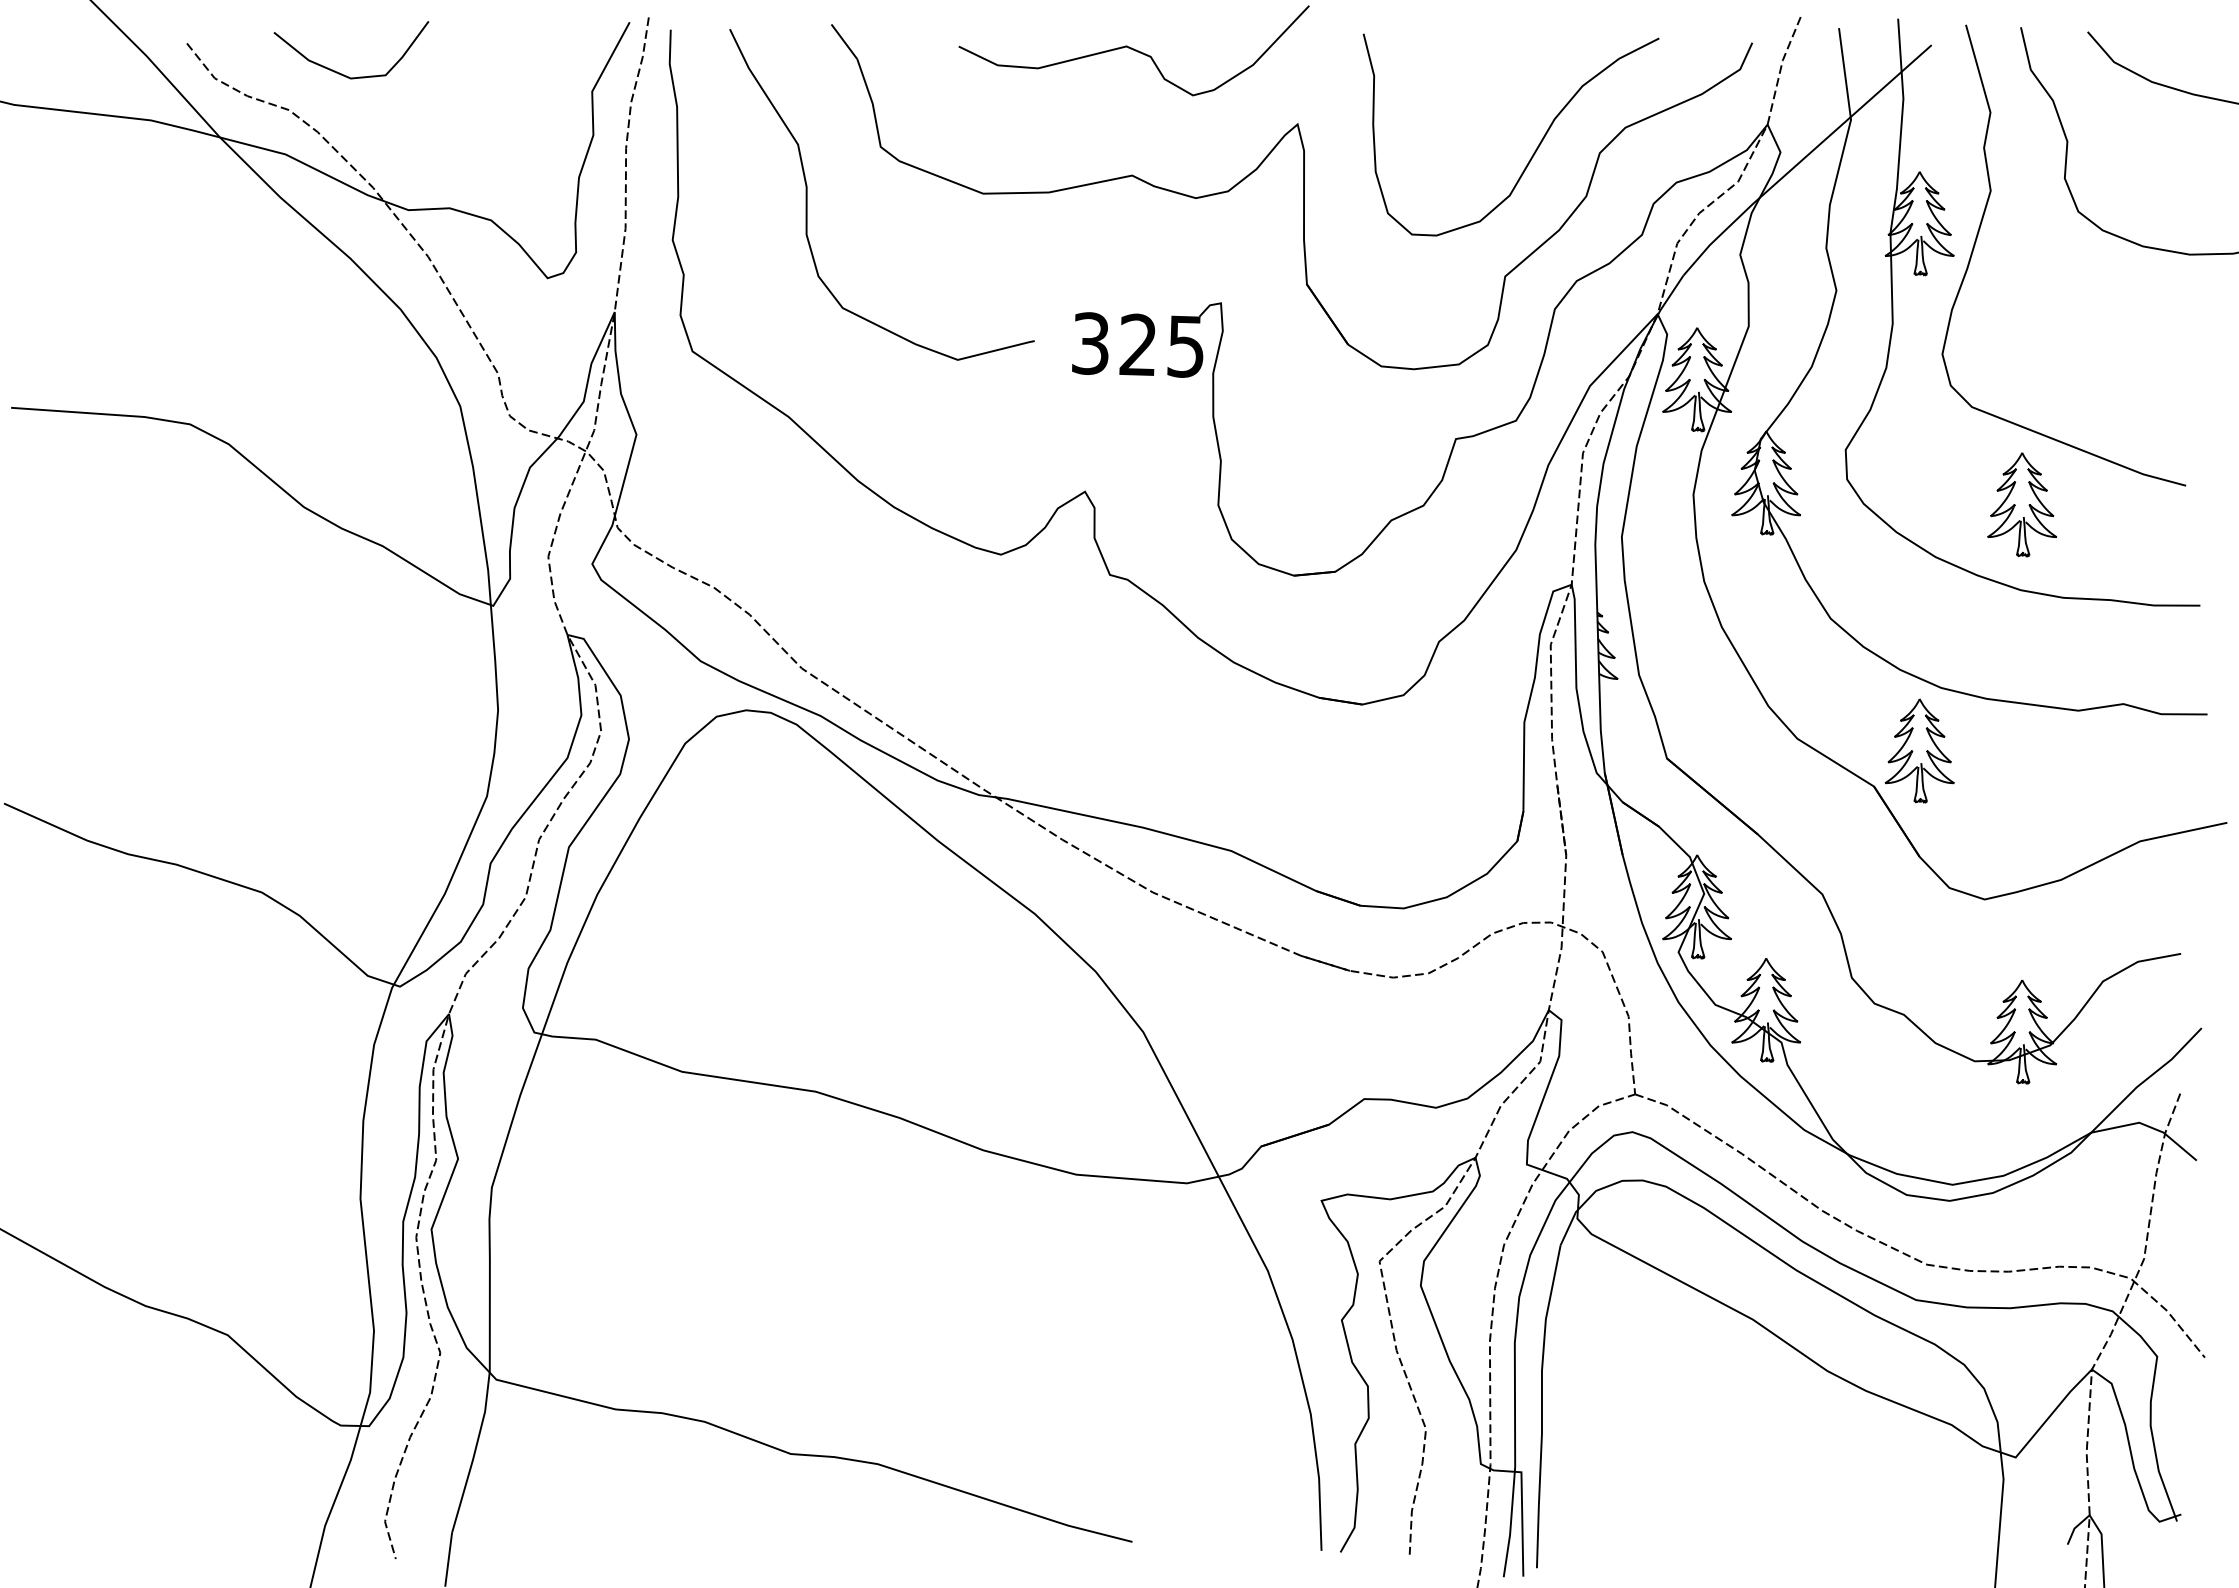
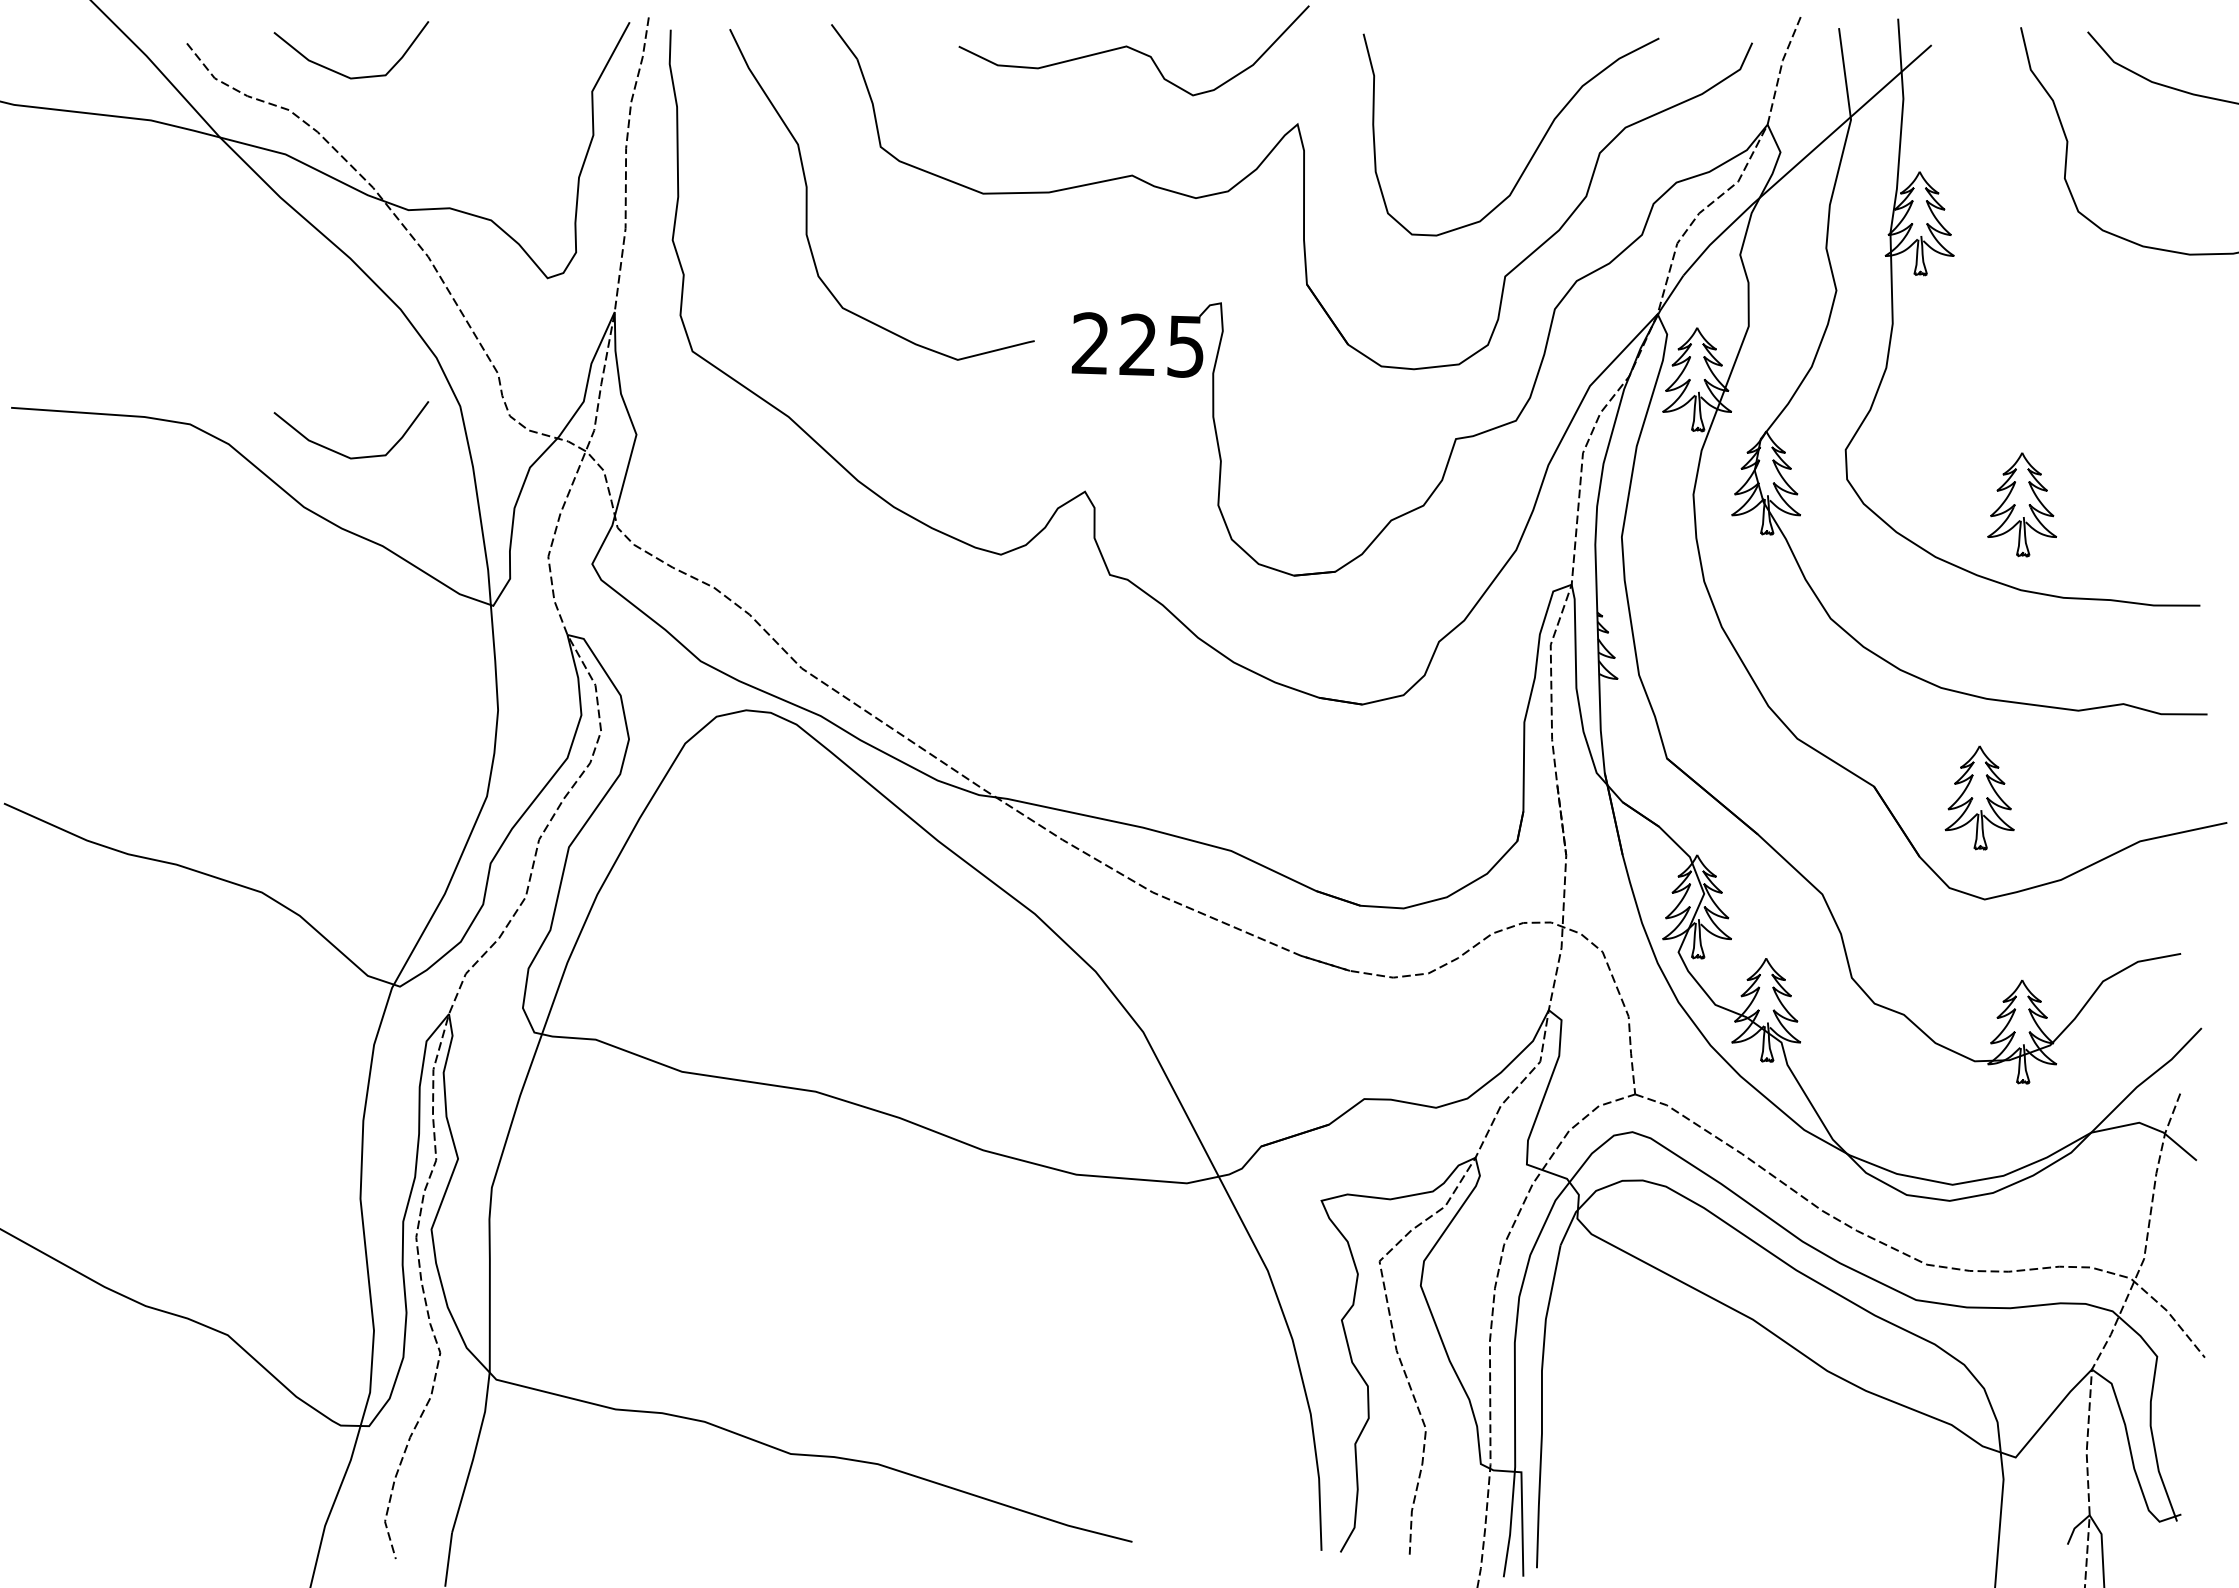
curve at (1980, 229): present -> none
text at (1089, 343): 325 -> 225
curve at (342, 453): none -> present
part at (1919, 750) position: (1919, 750) -> (1979, 797)
